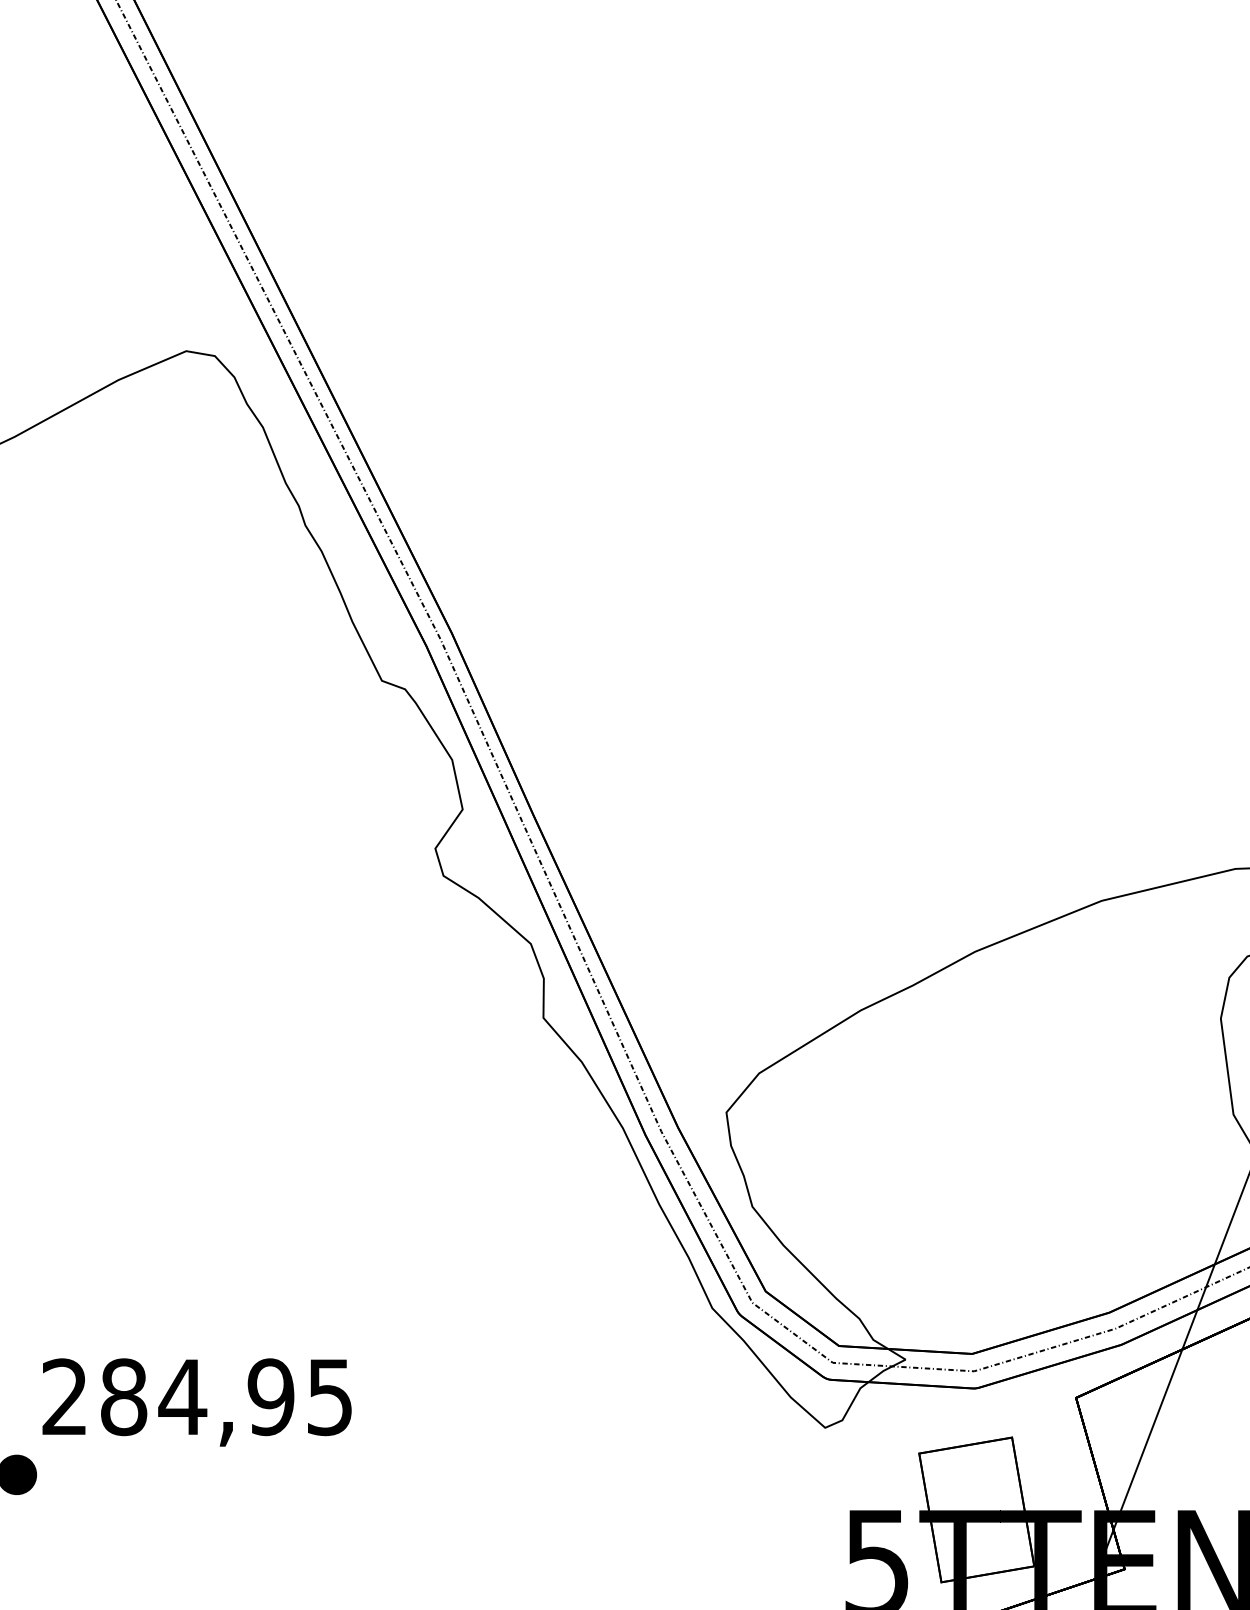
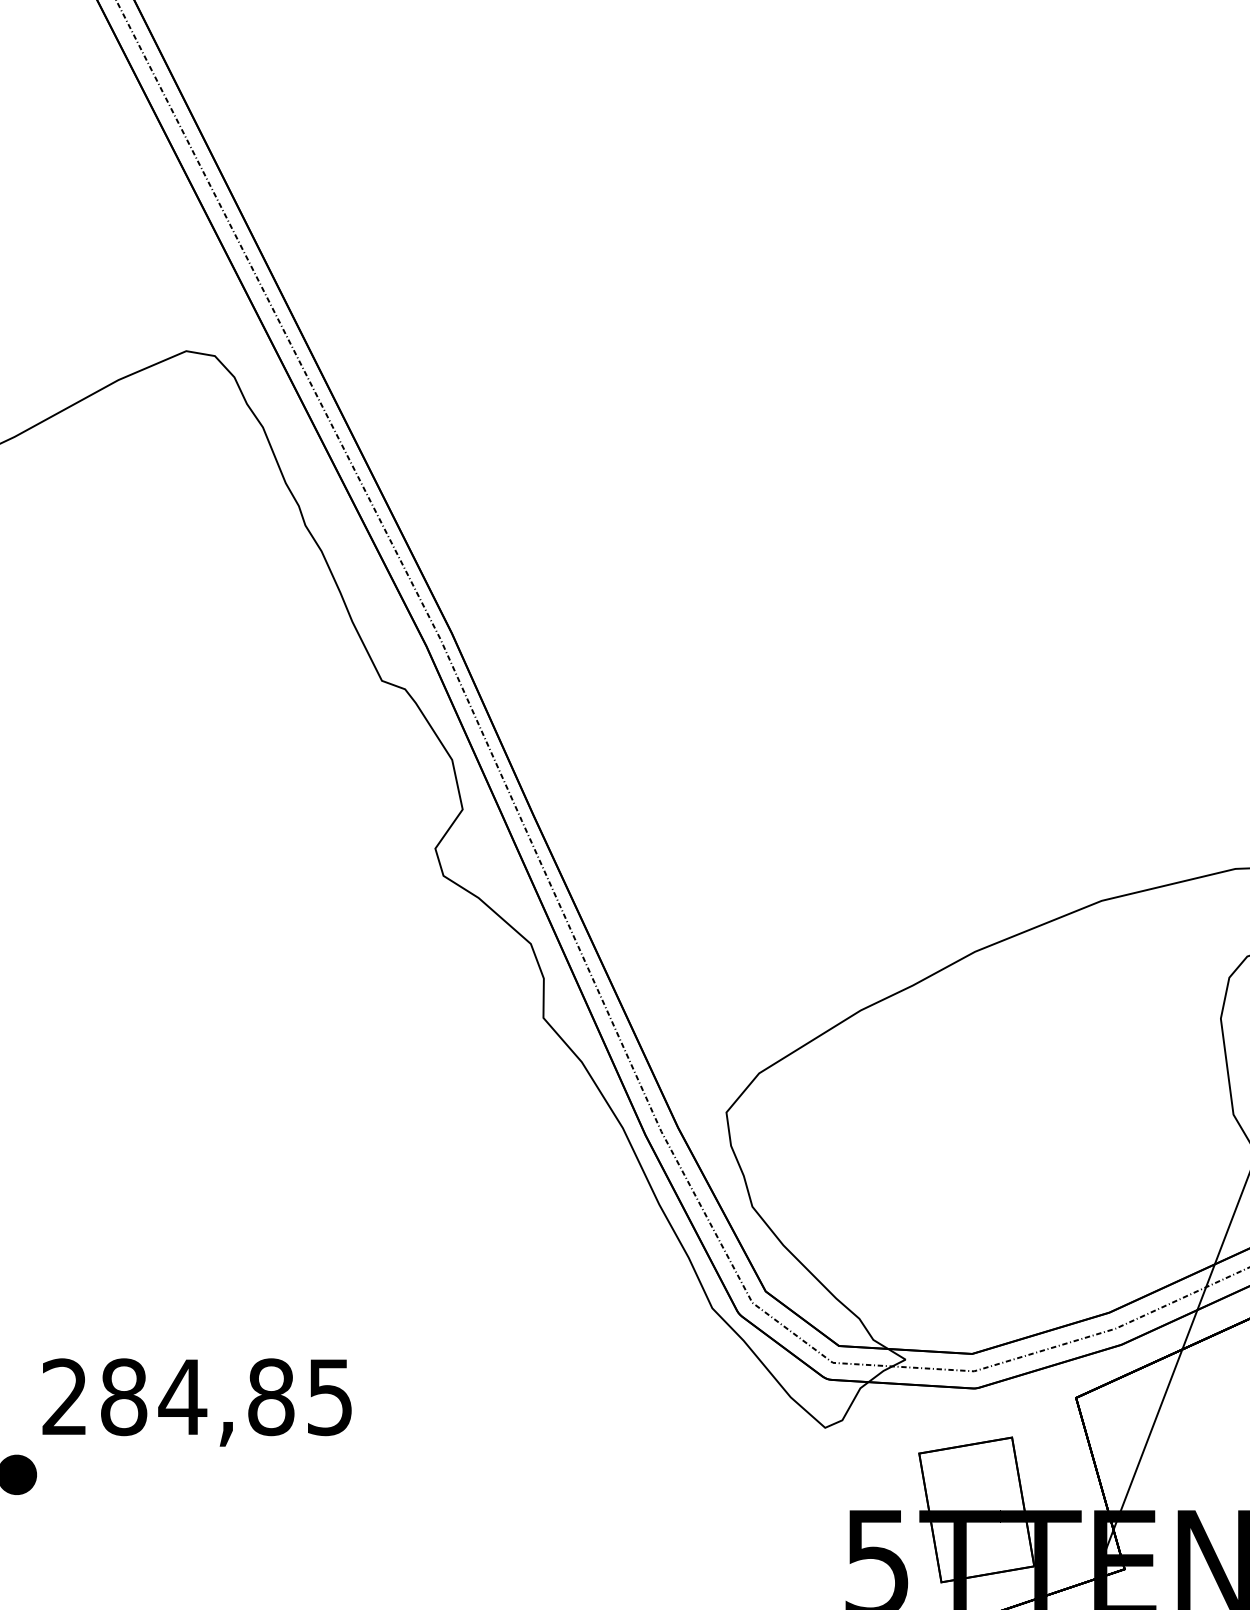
text at (270, 1397): 284,95 -> 284,85
